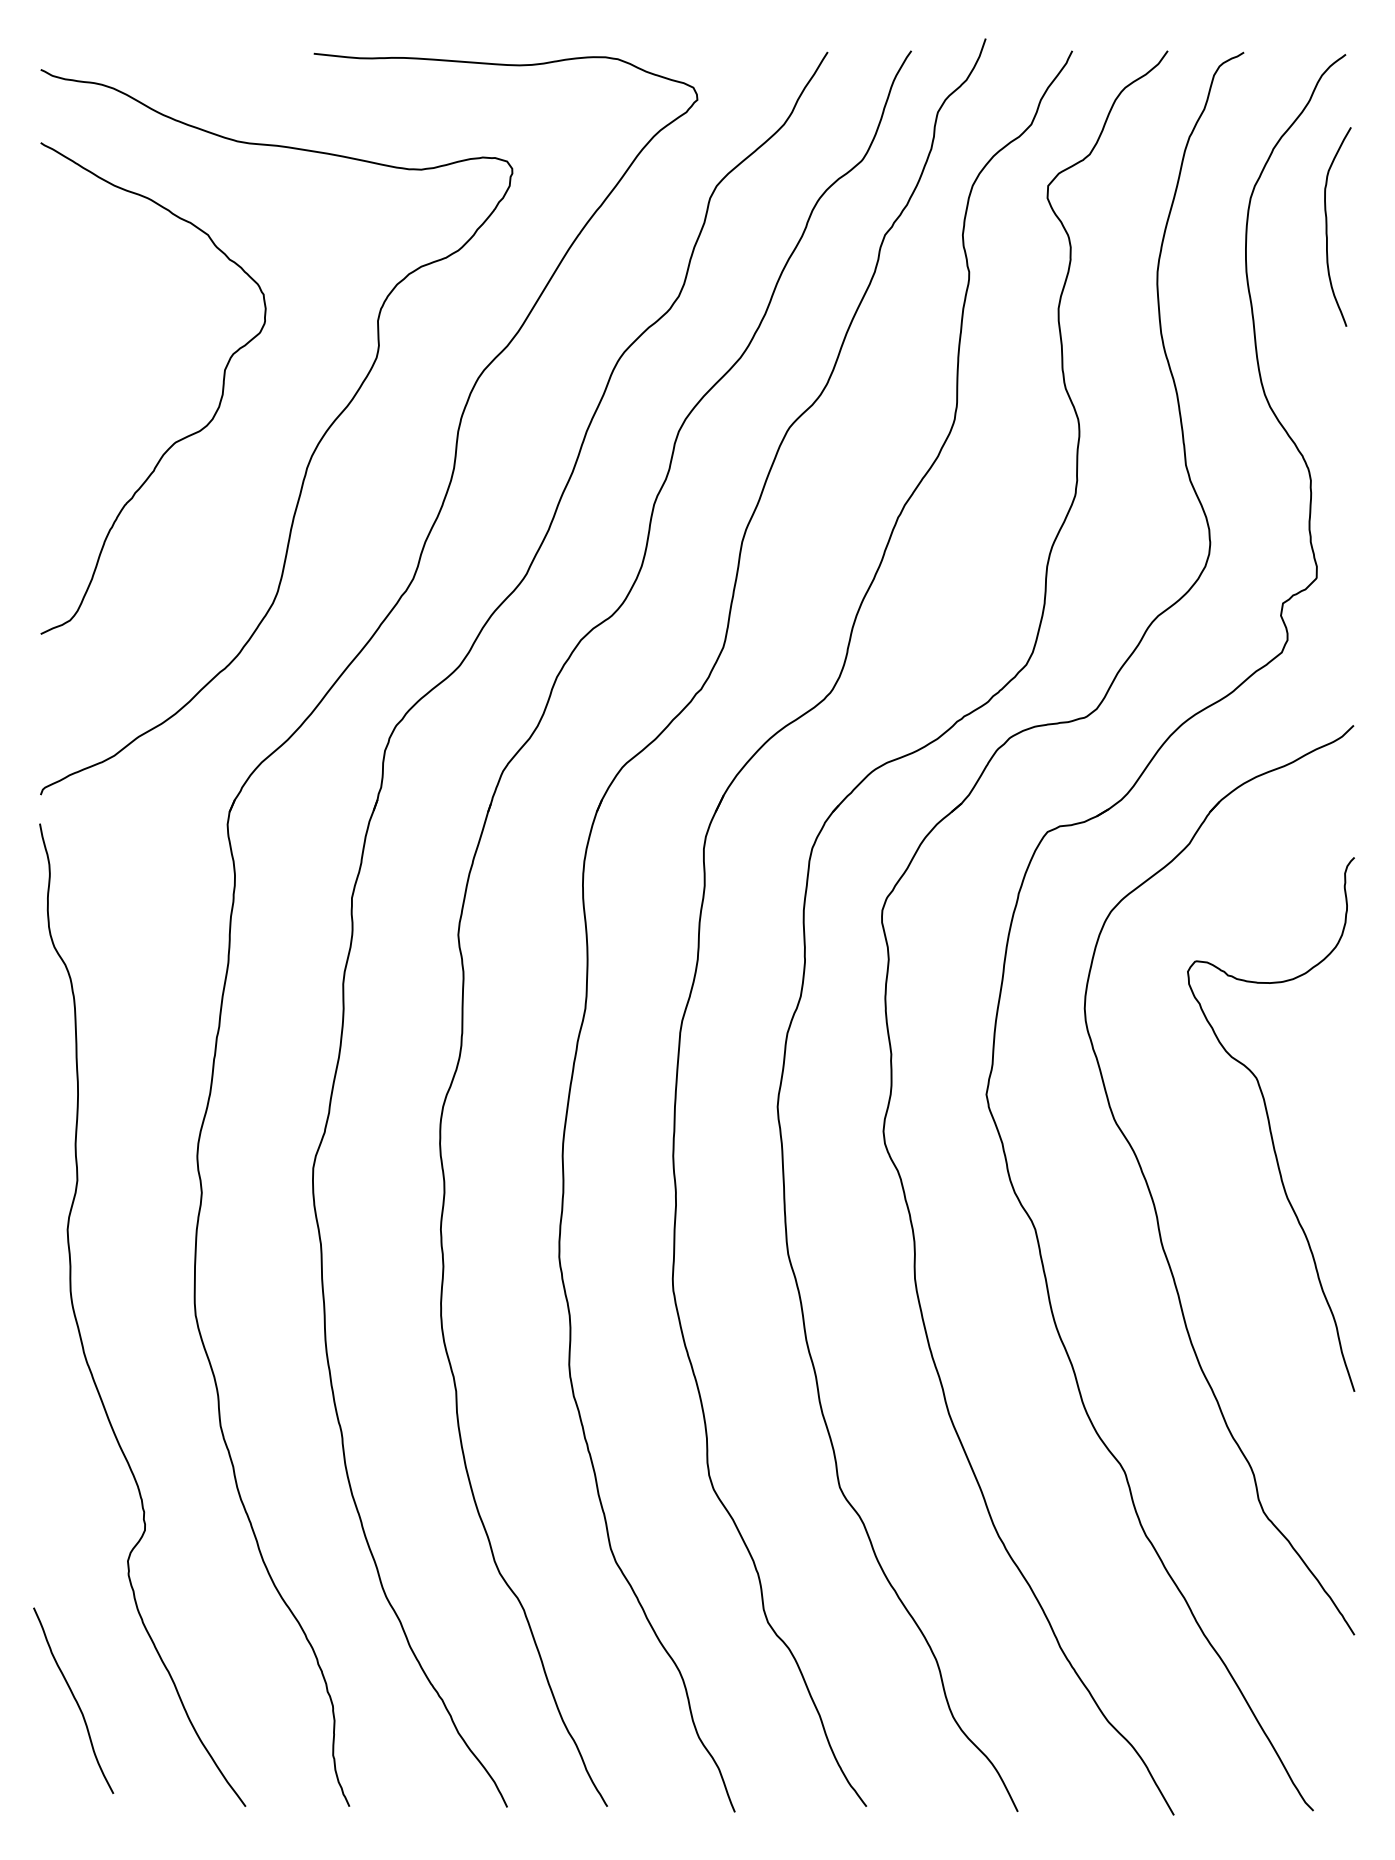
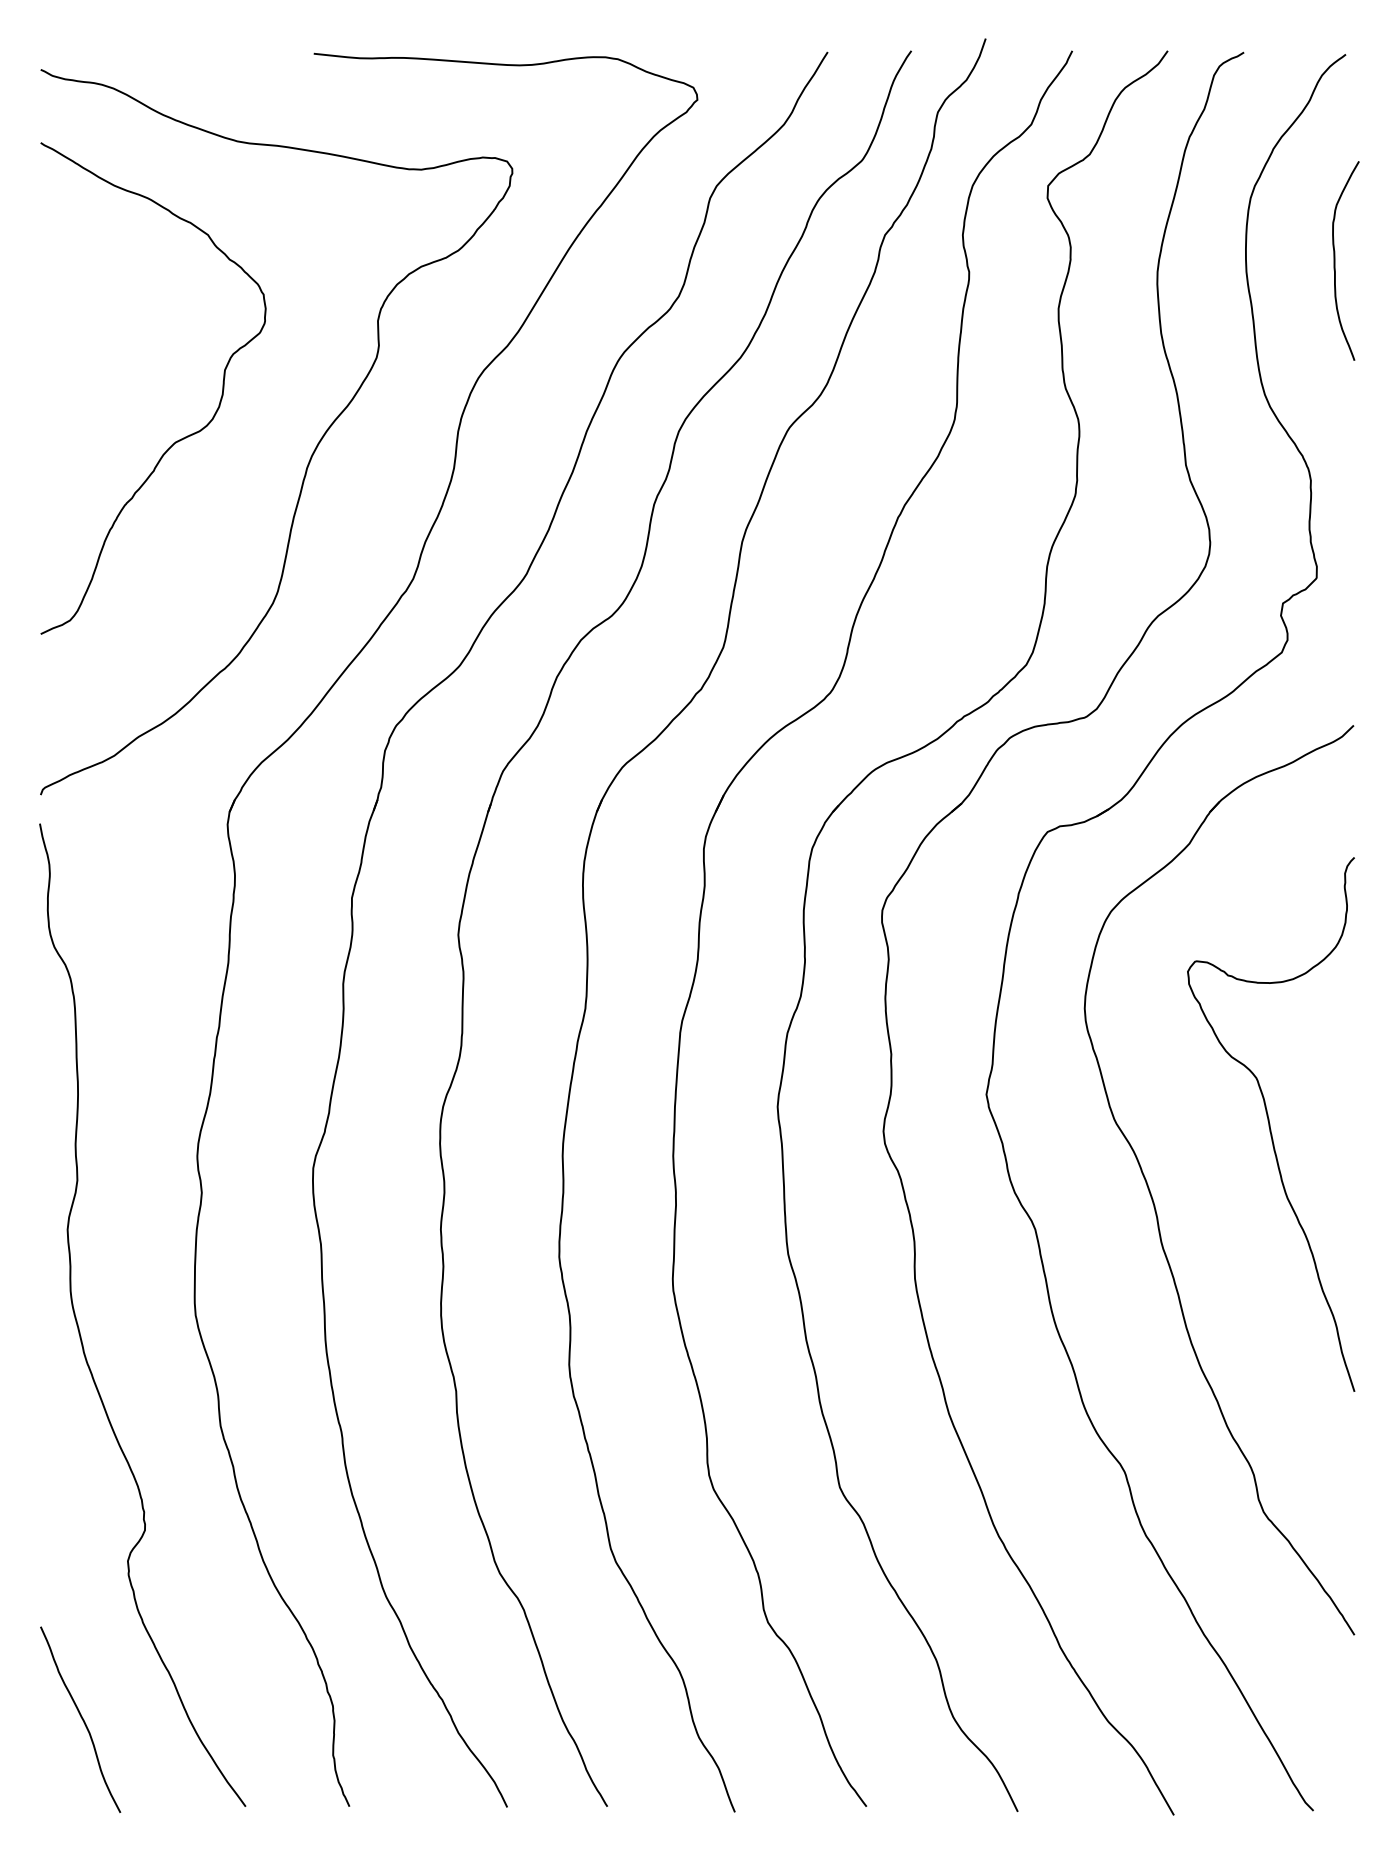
curve at (1327, 226) position: (1327, 226) -> (1335, 260)
curve at (74, 1700) position: (74, 1700) -> (81, 1719)
